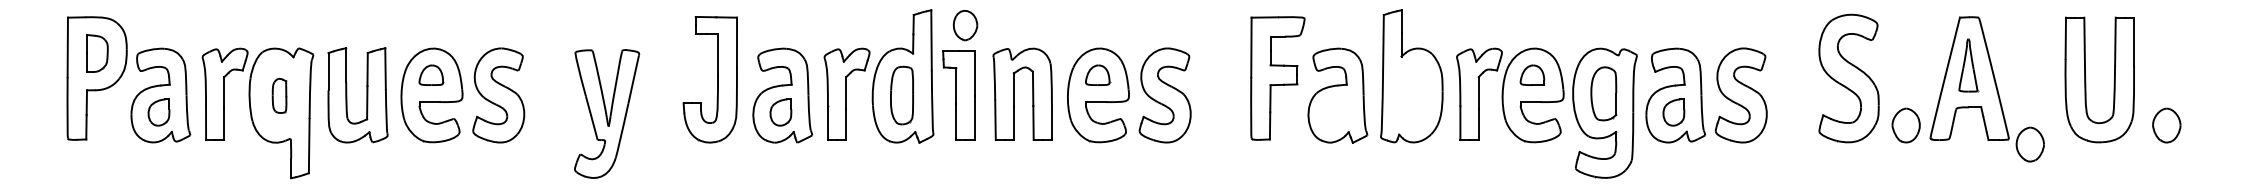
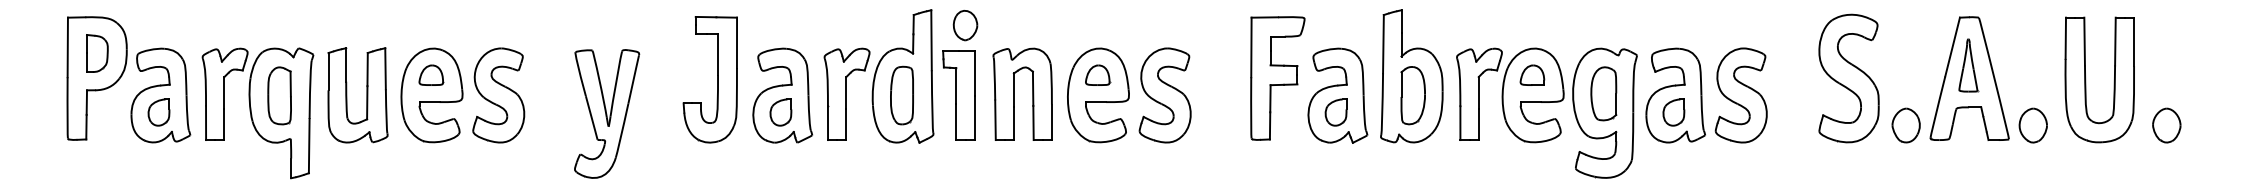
part at (279, 95) size: 17x37 px -> 25x60 px
part at (1412, 95): none -> present
part at (1335, 112): none -> present
part at (2029, 144) position: (2029, 144) -> (2032, 125)
